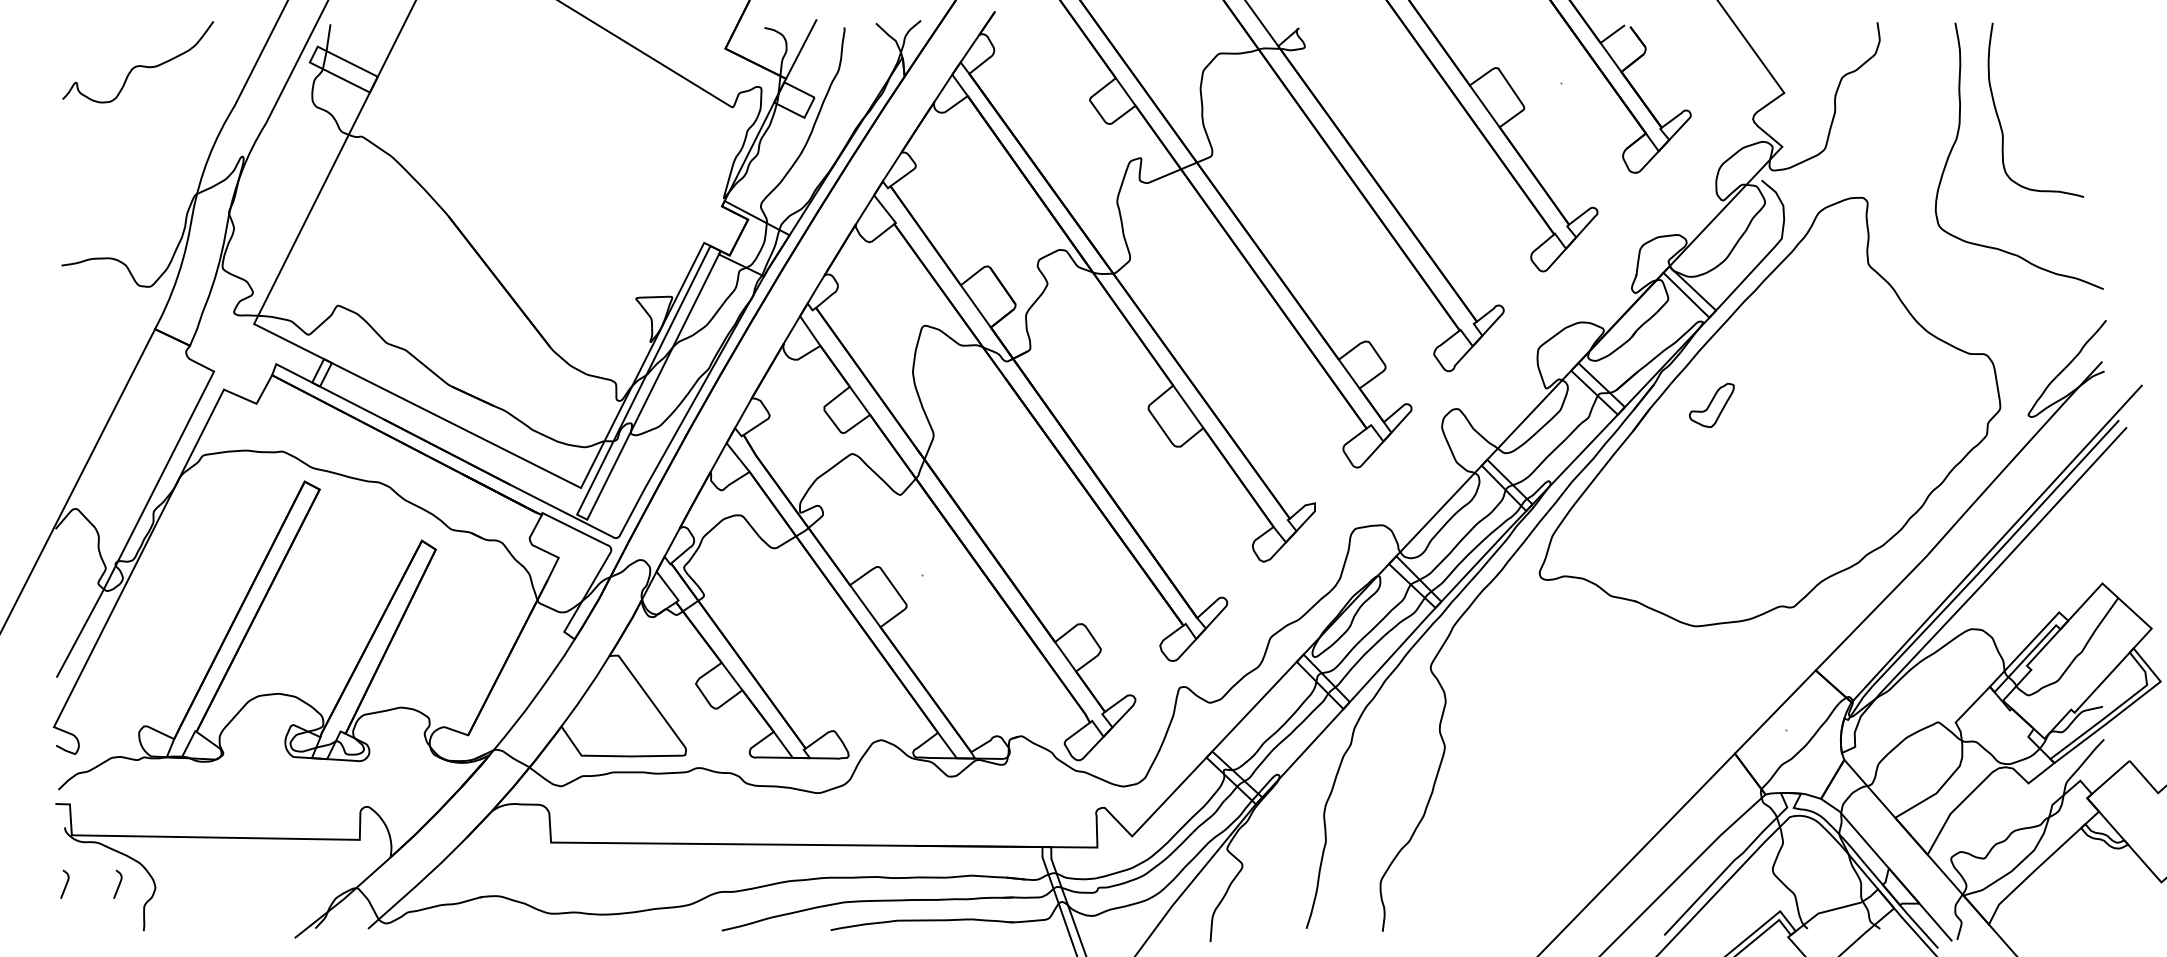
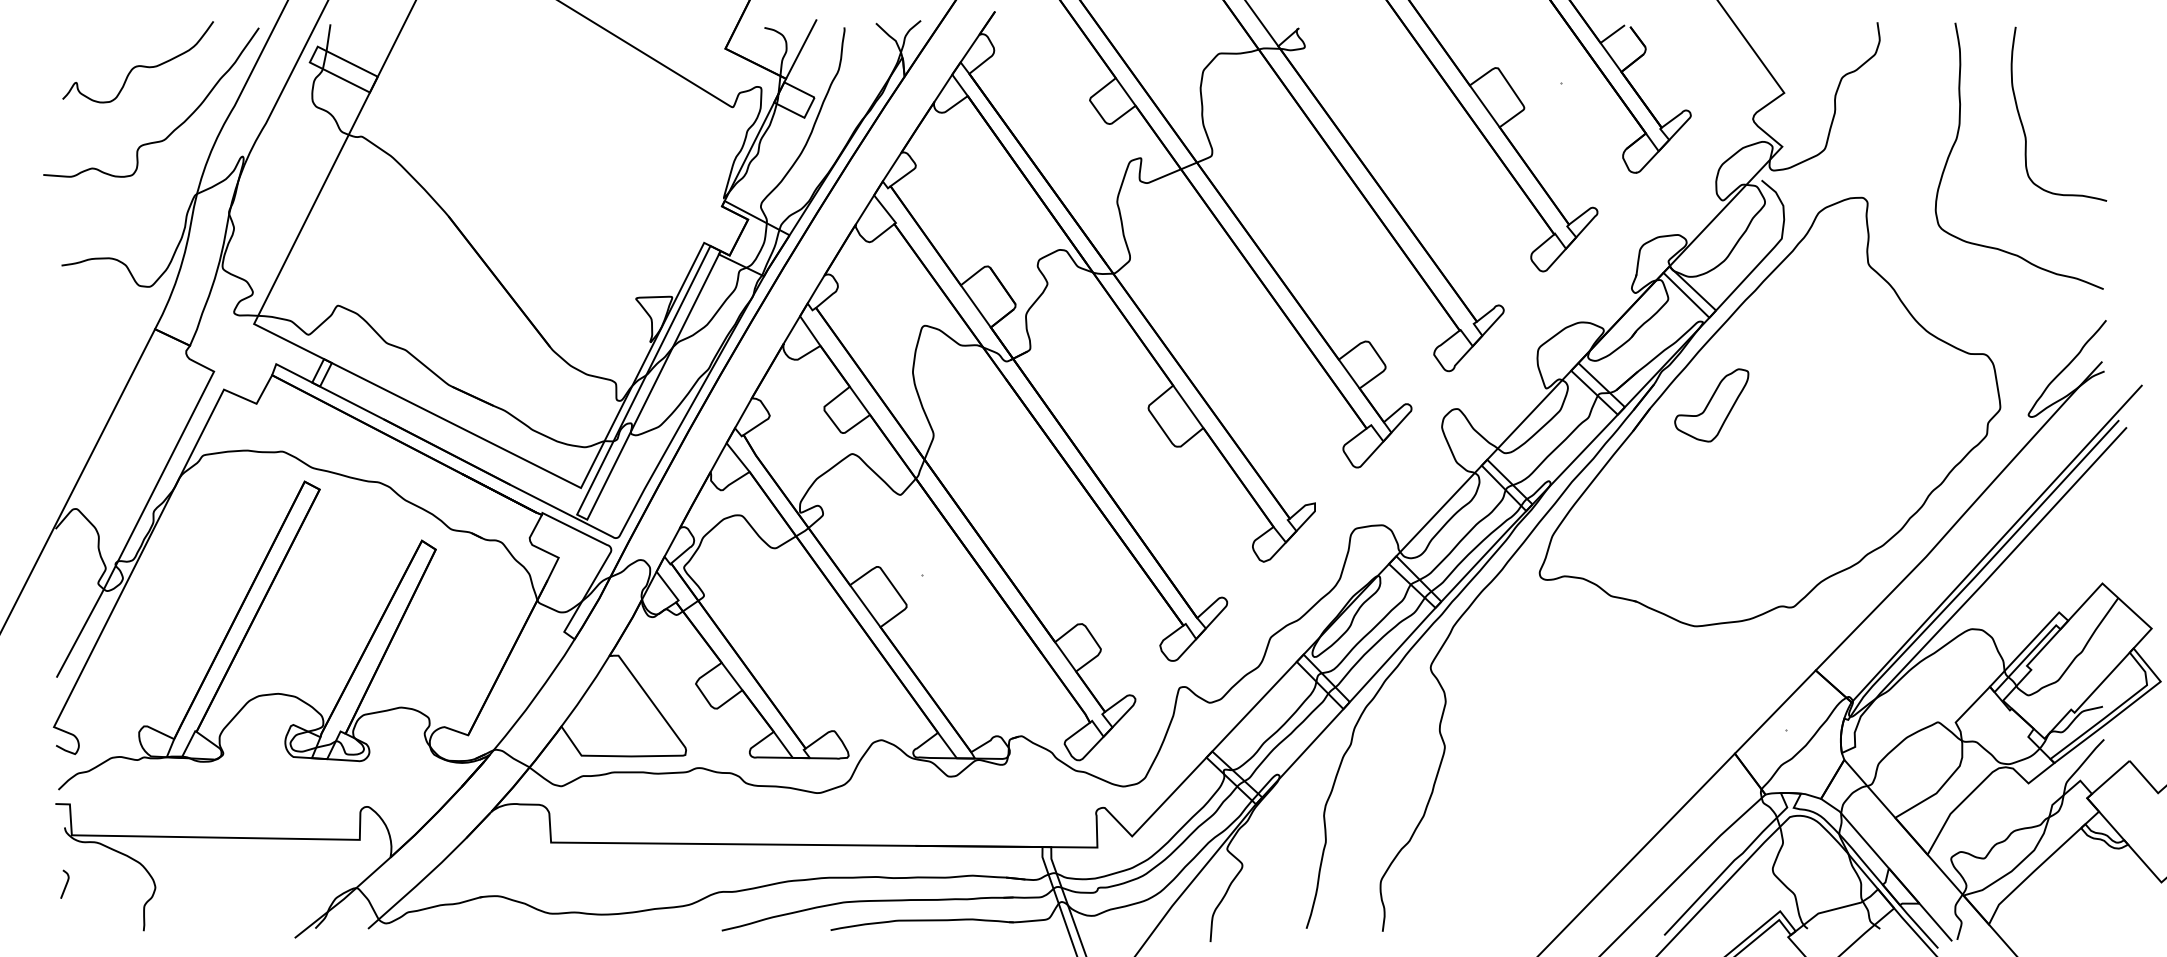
curve at (2000, 121) position: (2000, 121) -> (2023, 125)
curve at (173, 129): none -> present
part at (1711, 404) size: 46x46 px -> 76x75 px
curve at (118, 884): present -> none
